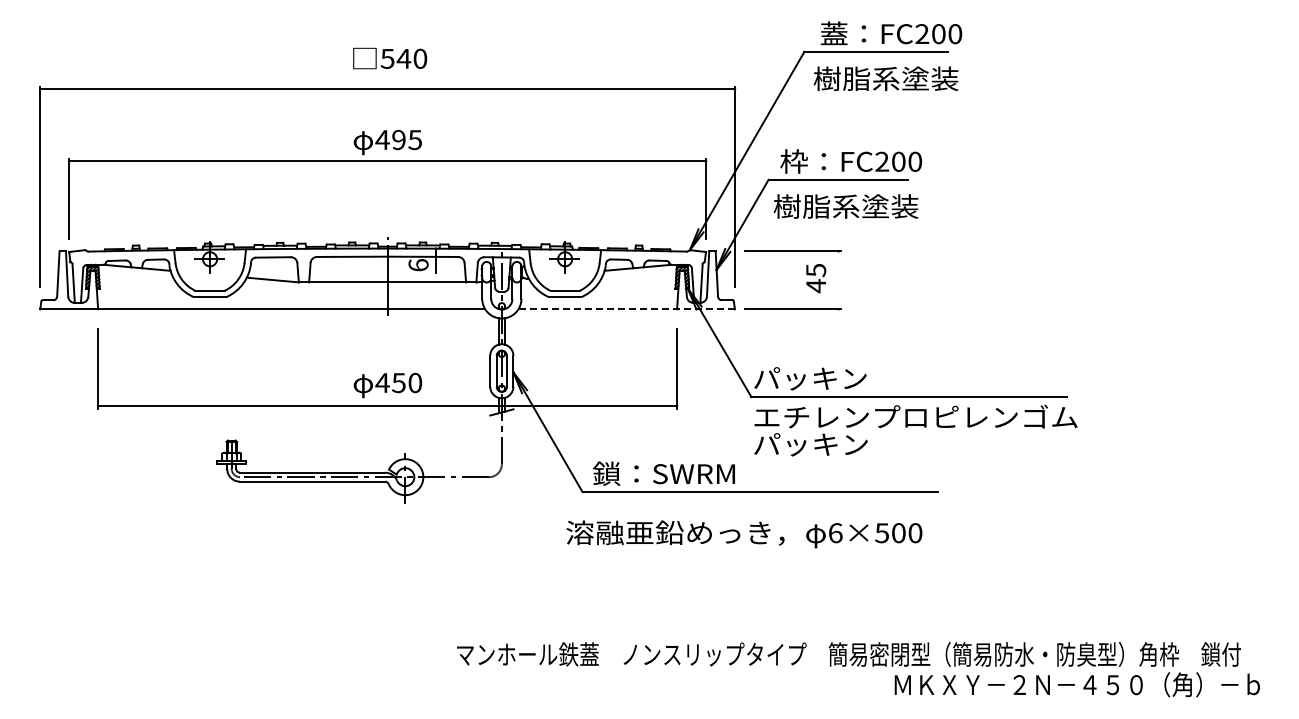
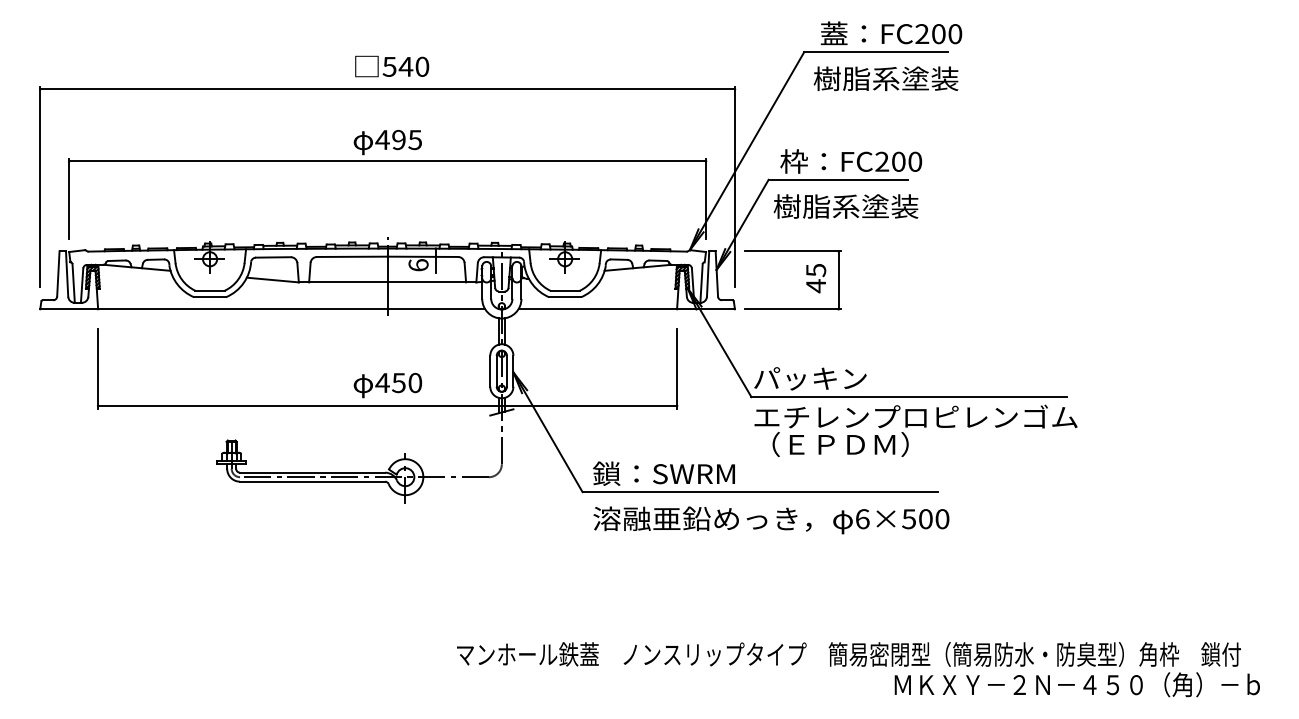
text at (390, 58) position: (390, 58) -> (392, 66)
line at (838, 280): none -> present
line at (626, 309): dashed -> solid
text at (831, 444): パッキン -> （ＥＰＤＭ）
text at (744, 534) position: (744, 534) -> (771, 520)
